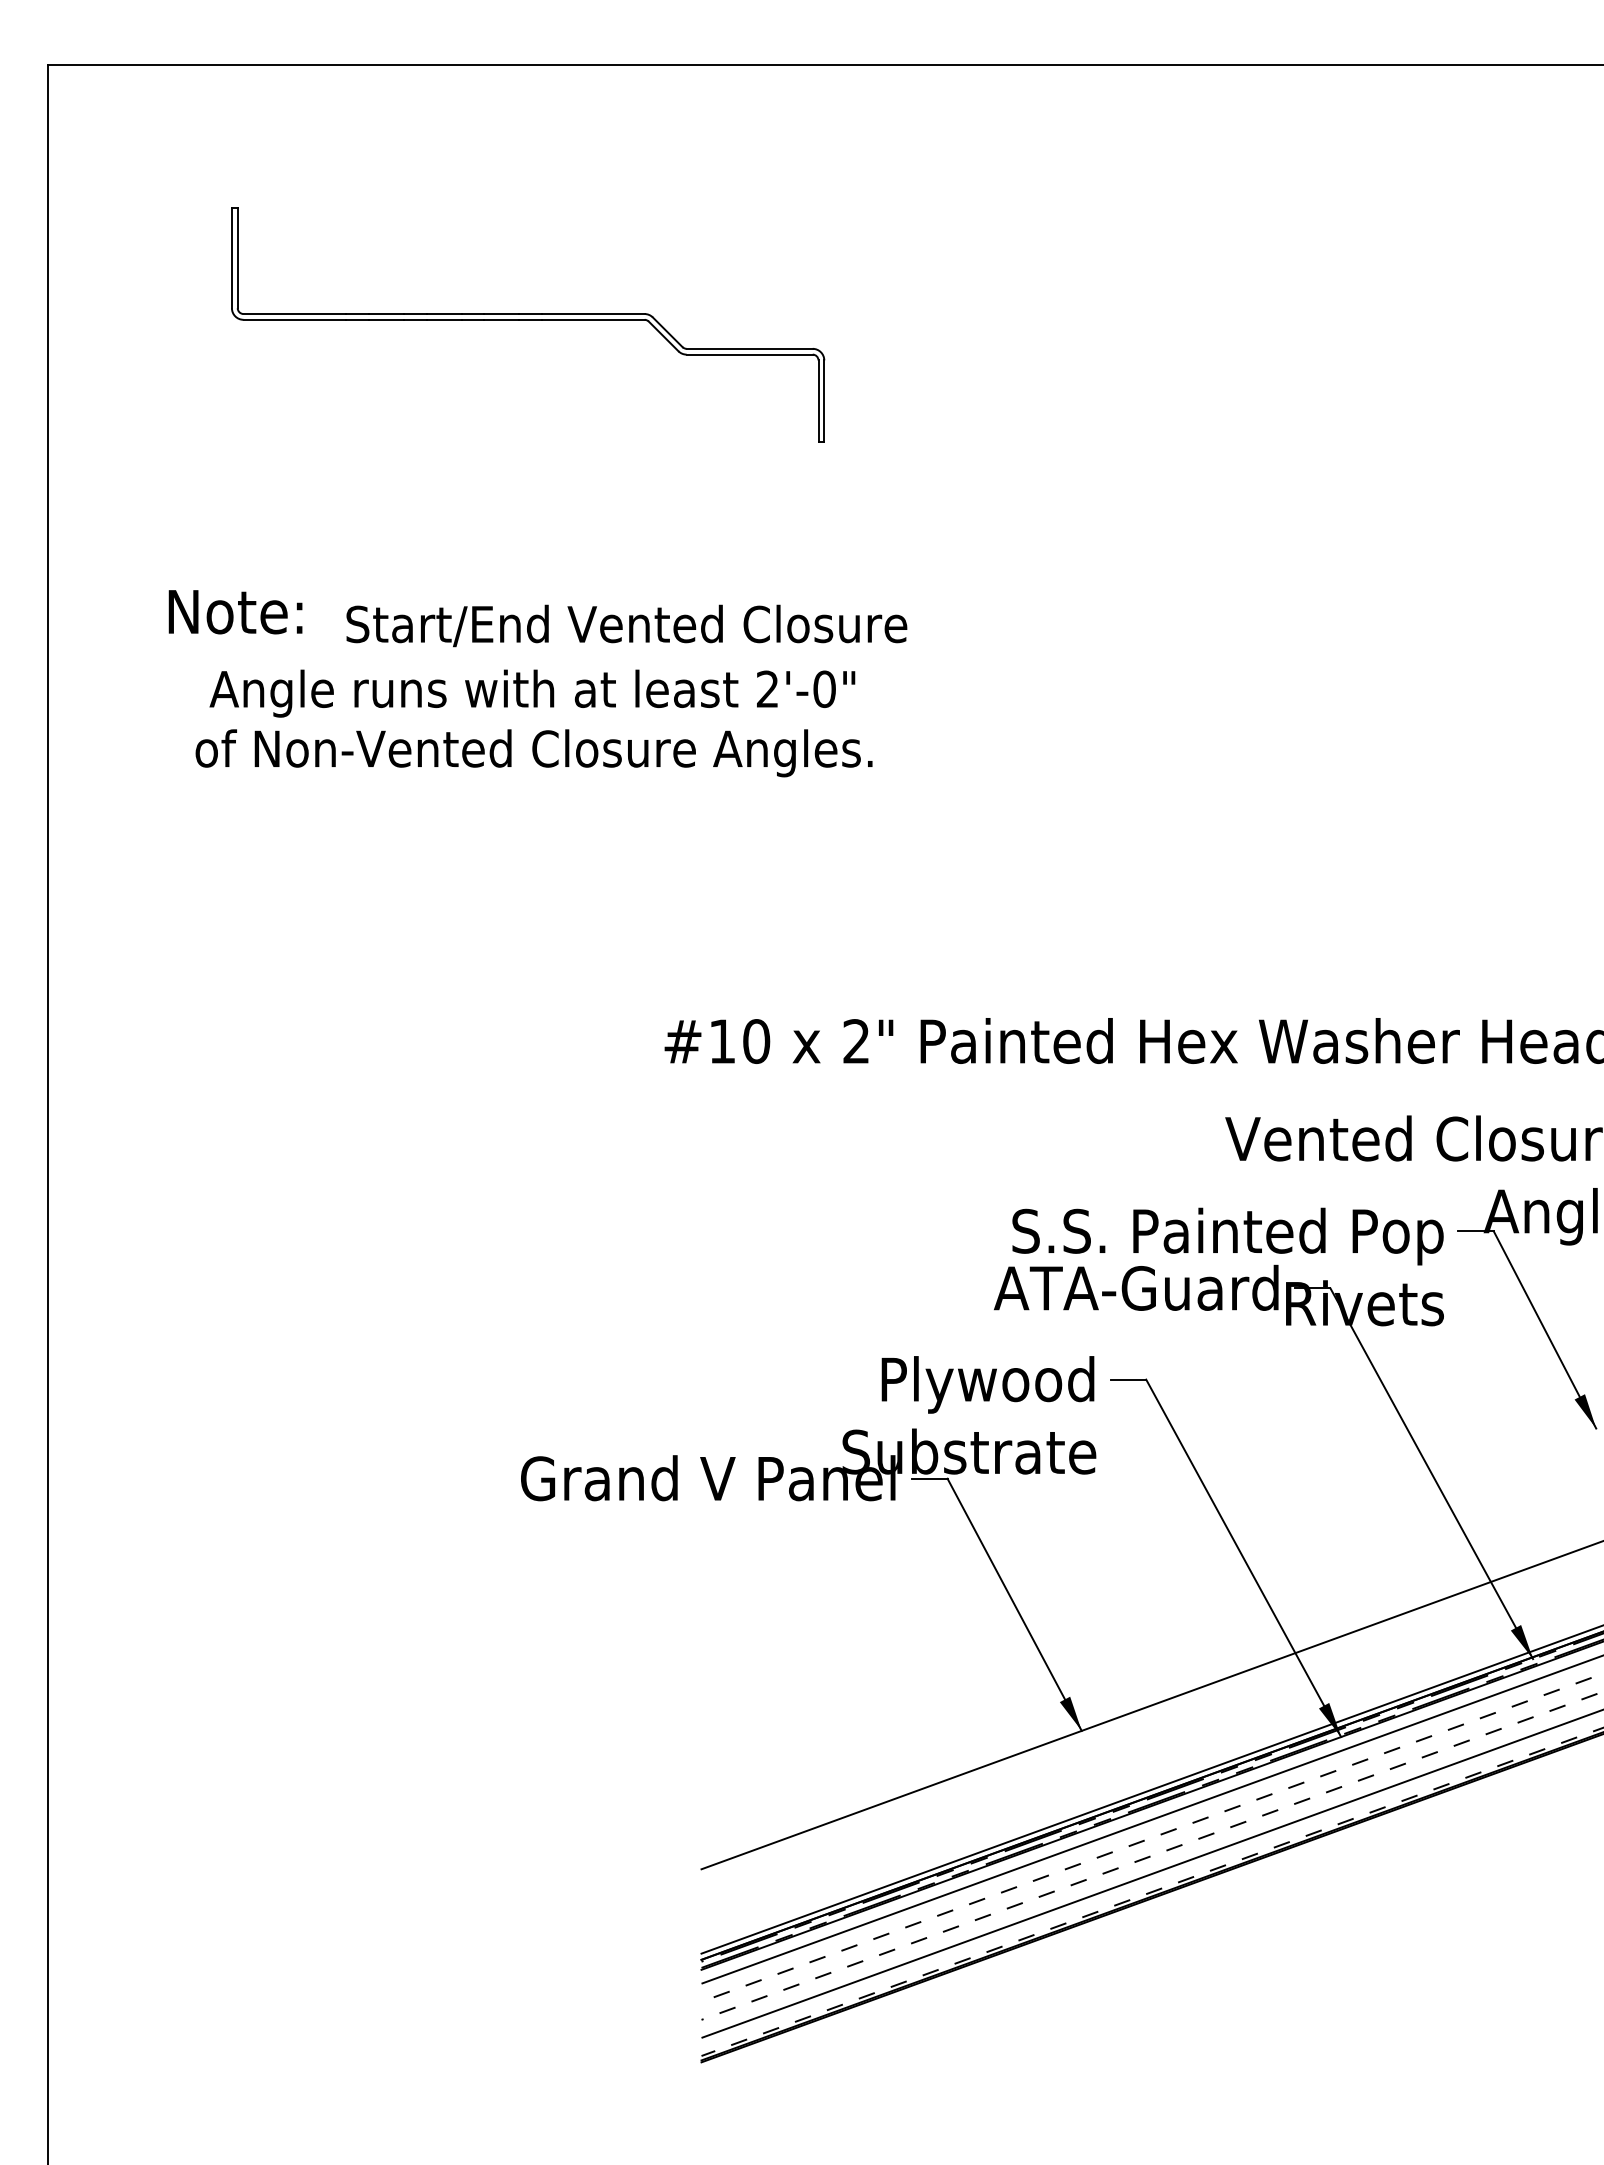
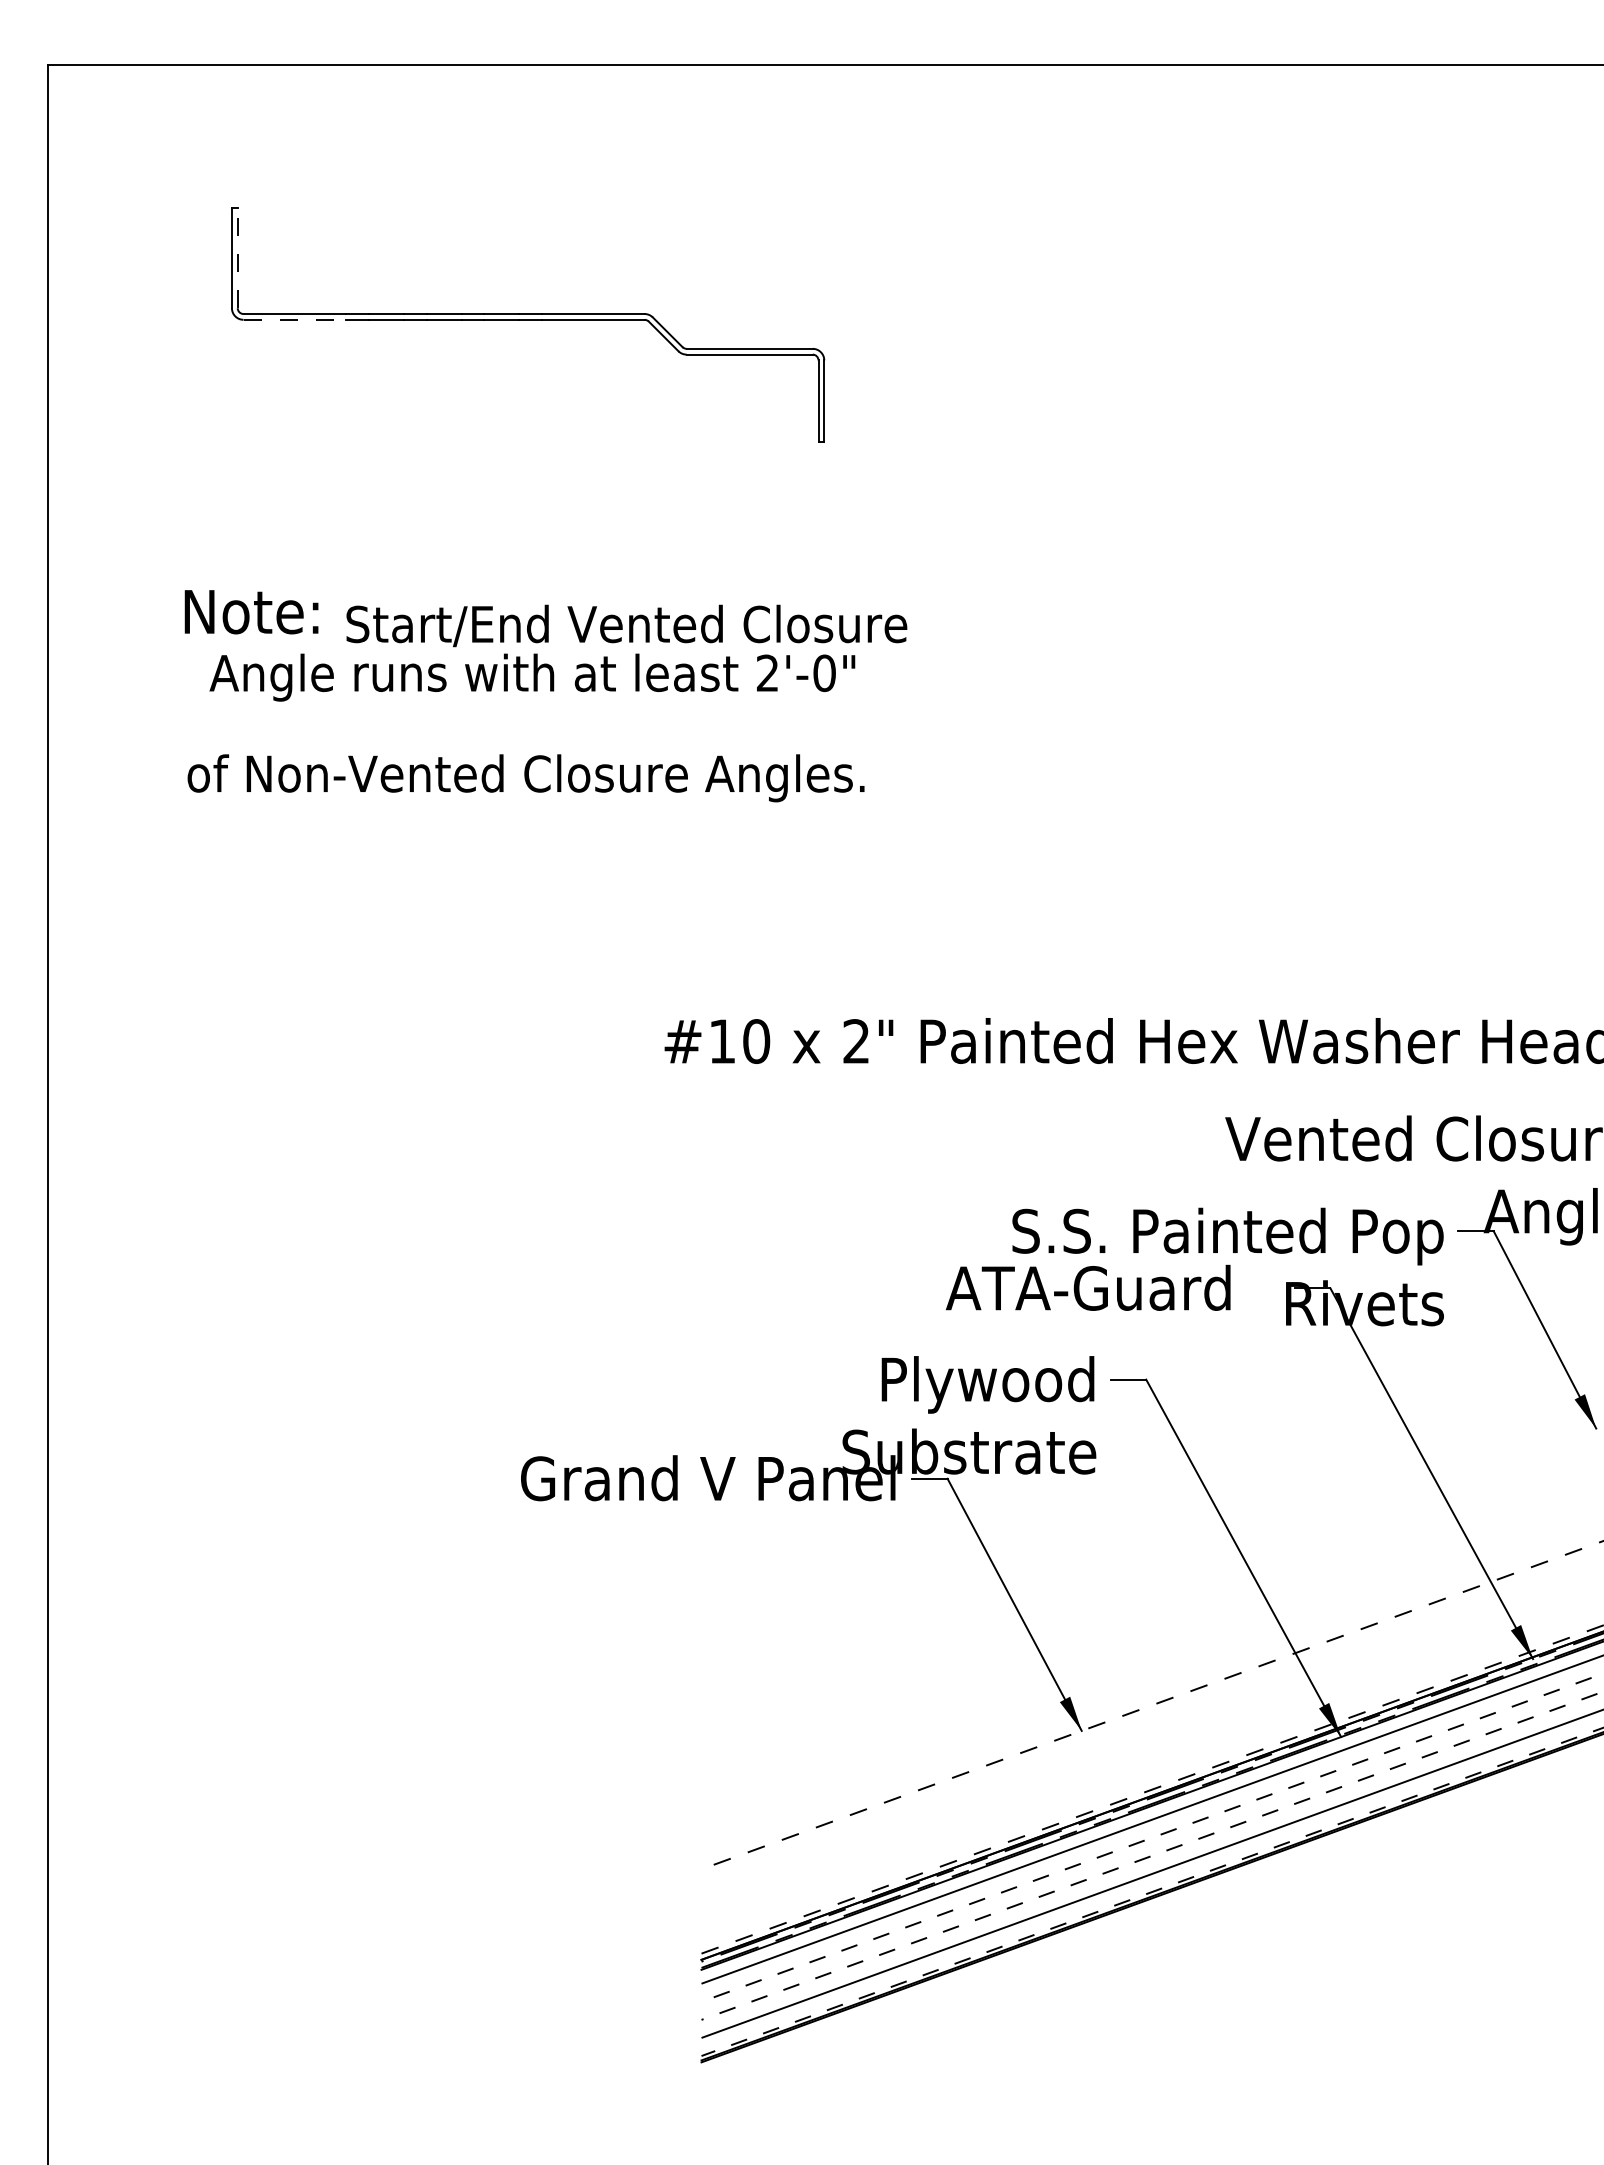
line at (237, 257): solid -> dashed
line at (295, 319): solid -> dashed
text at (235, 612) position: (235, 612) -> (251, 612)
text at (532, 693) position: (532, 693) -> (532, 677)
text at (533, 753) position: (533, 753) -> (525, 778)
text at (1136, 1287) position: (1136, 1287) -> (1088, 1287)
line at (1152, 1705): solid -> dashed
line at (1152, 1789): solid -> dashed
